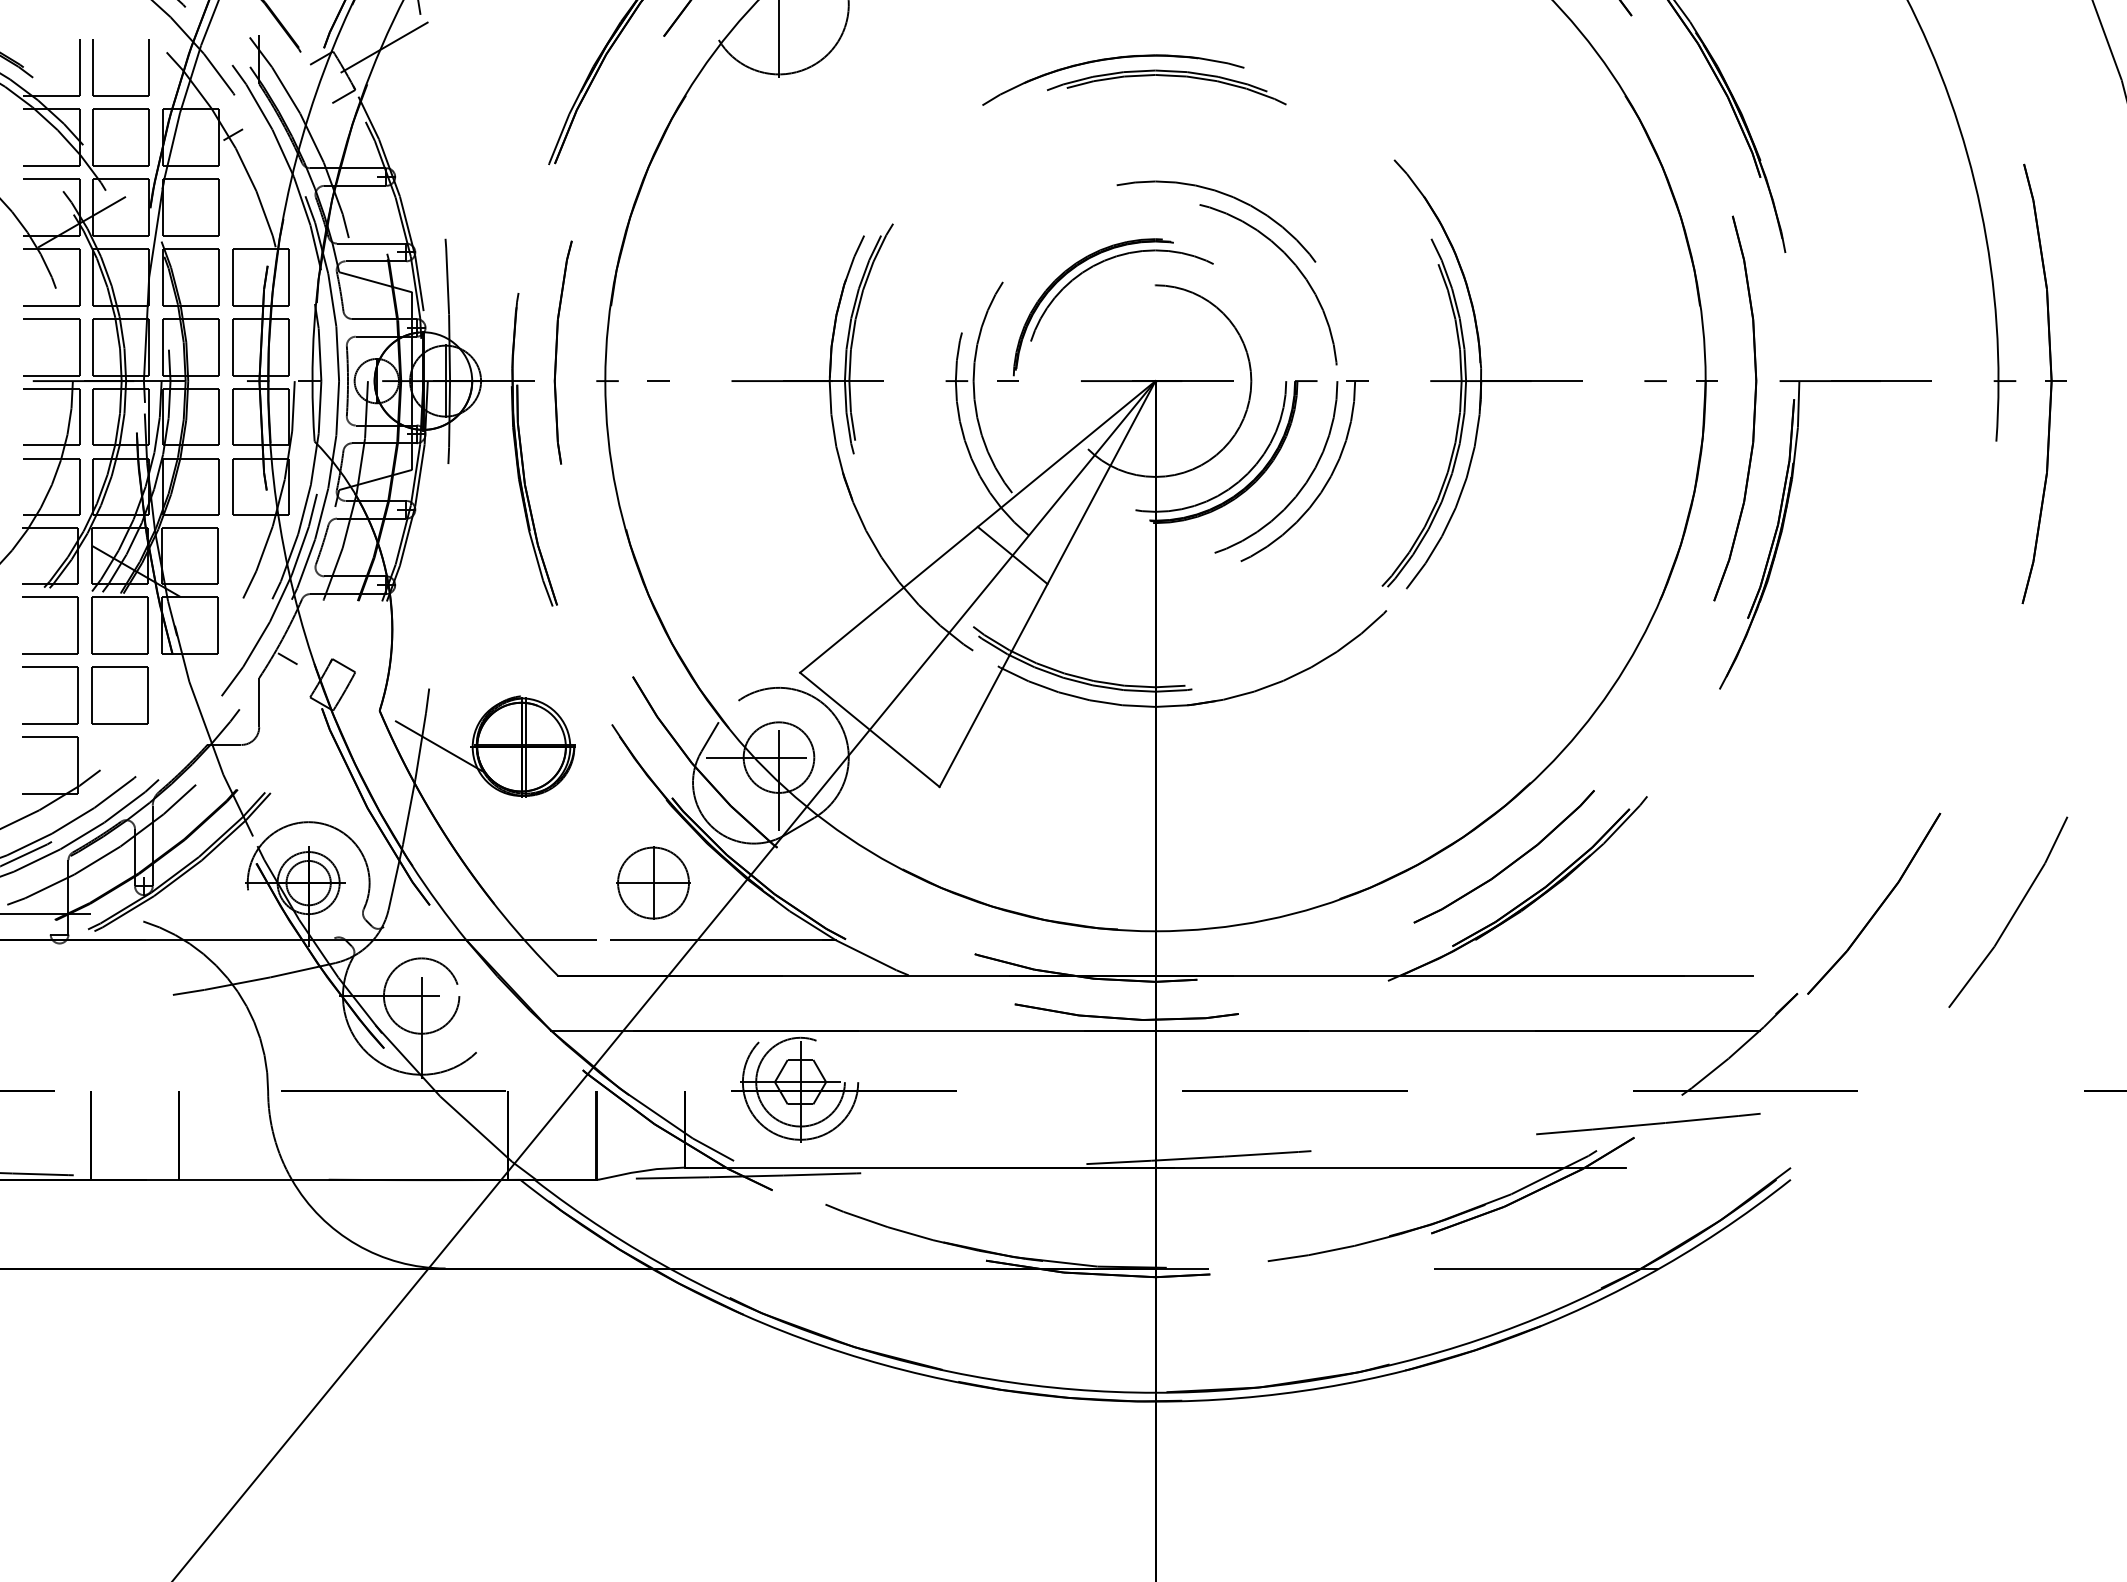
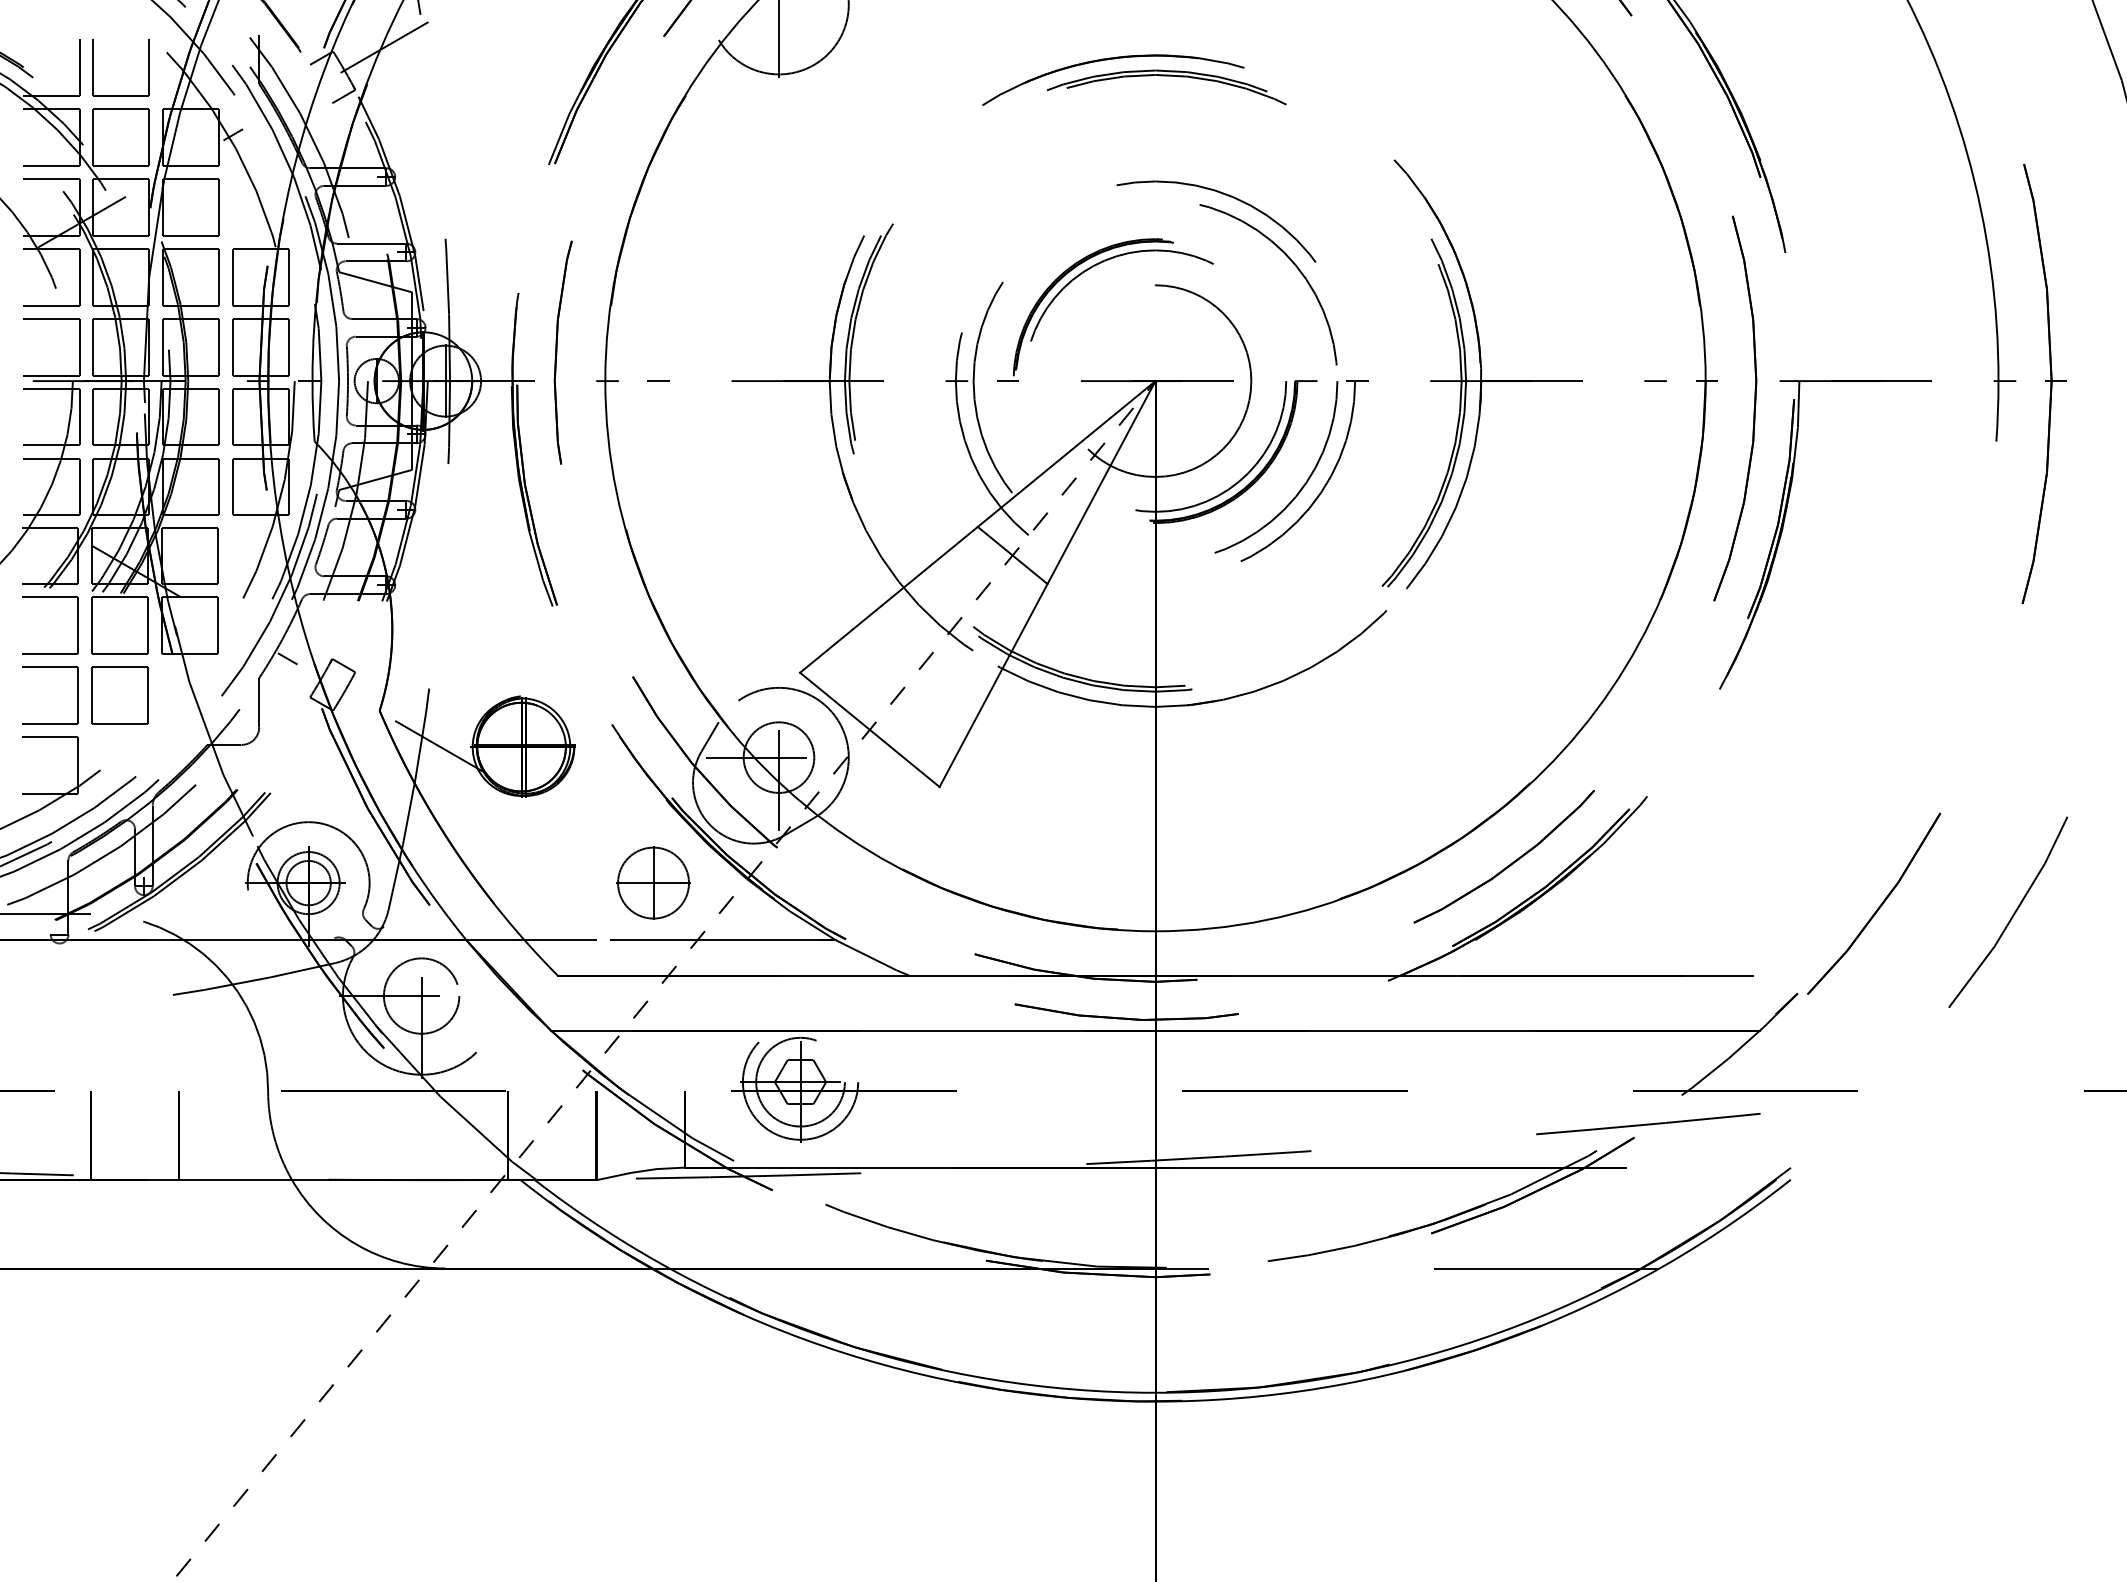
line at (663, 981): solid -> dashed
